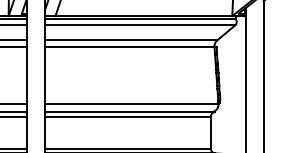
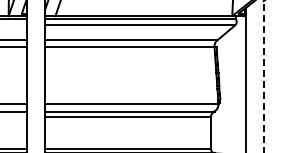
line at (14, 25): present -> none
line at (263, 76): solid -> dashed
line at (14, 116): present -> none
